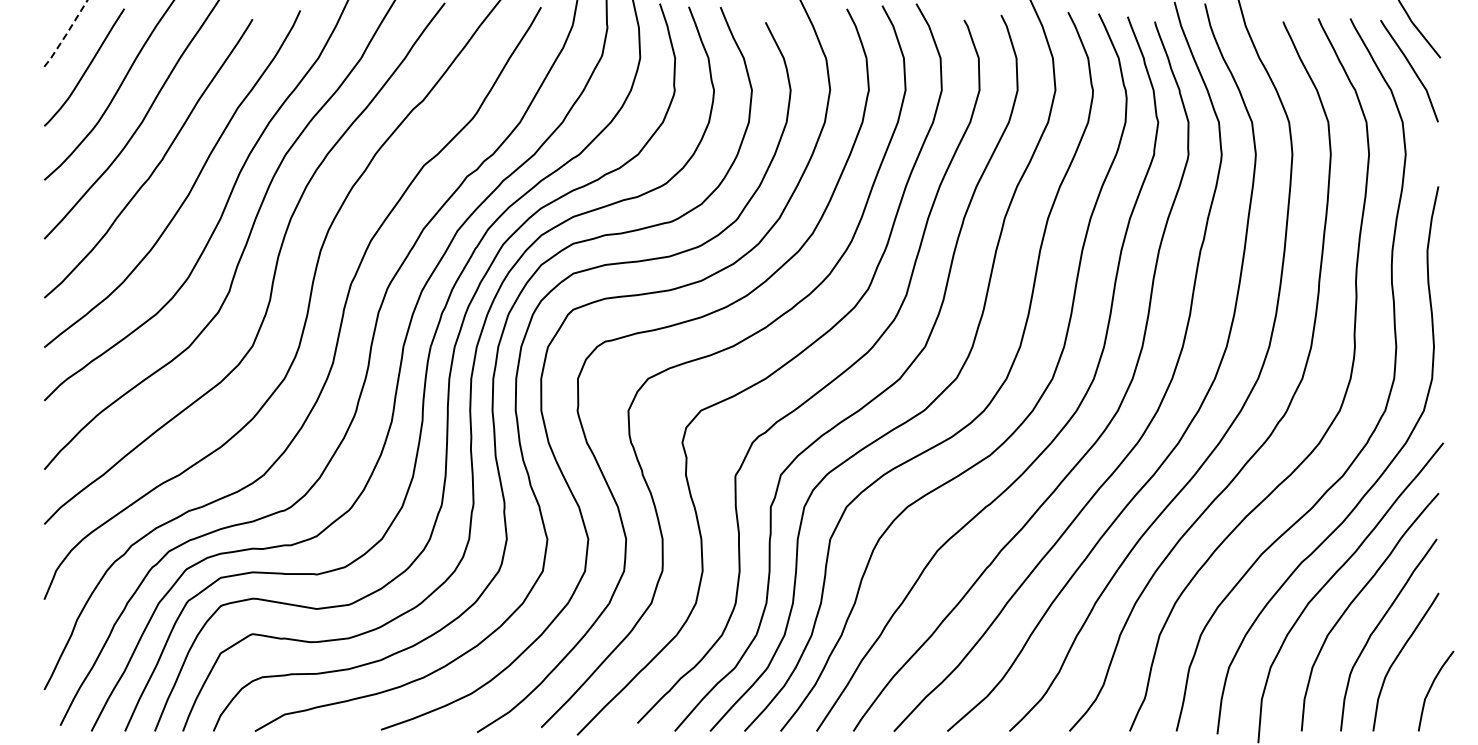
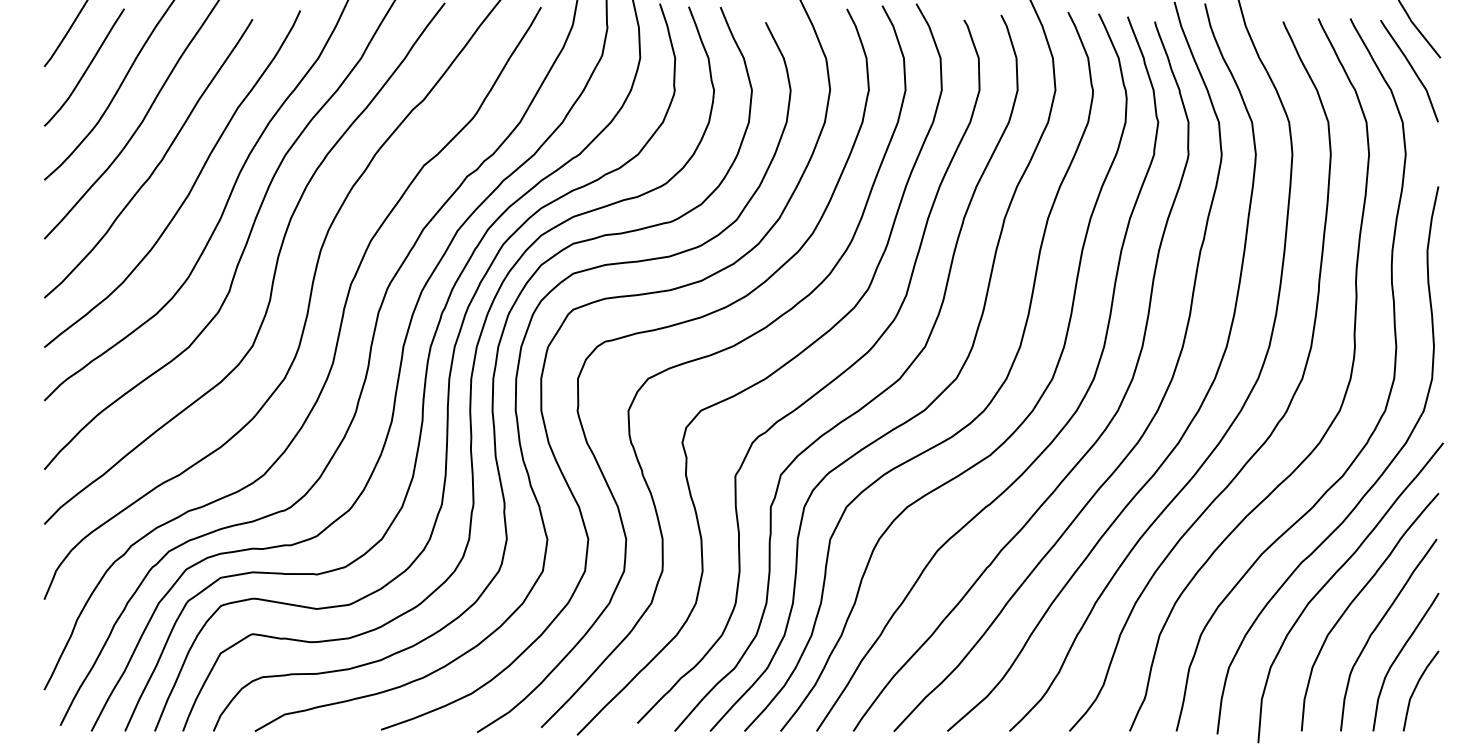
line at (66, 33): dashed -> solid
curve at (1431, 688) position: (1431, 688) -> (1416, 688)
